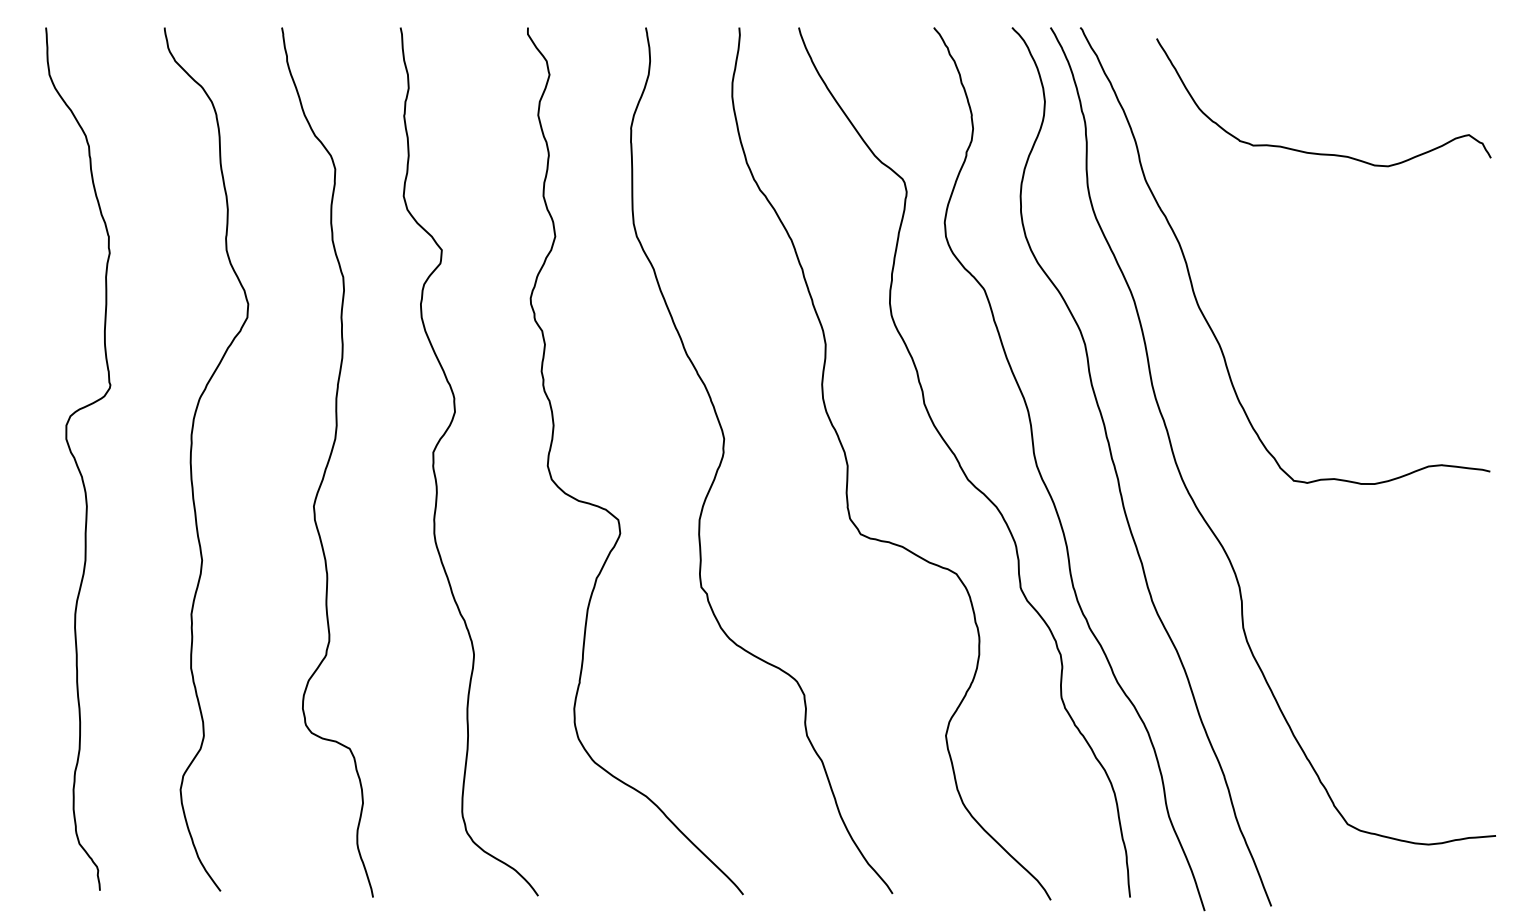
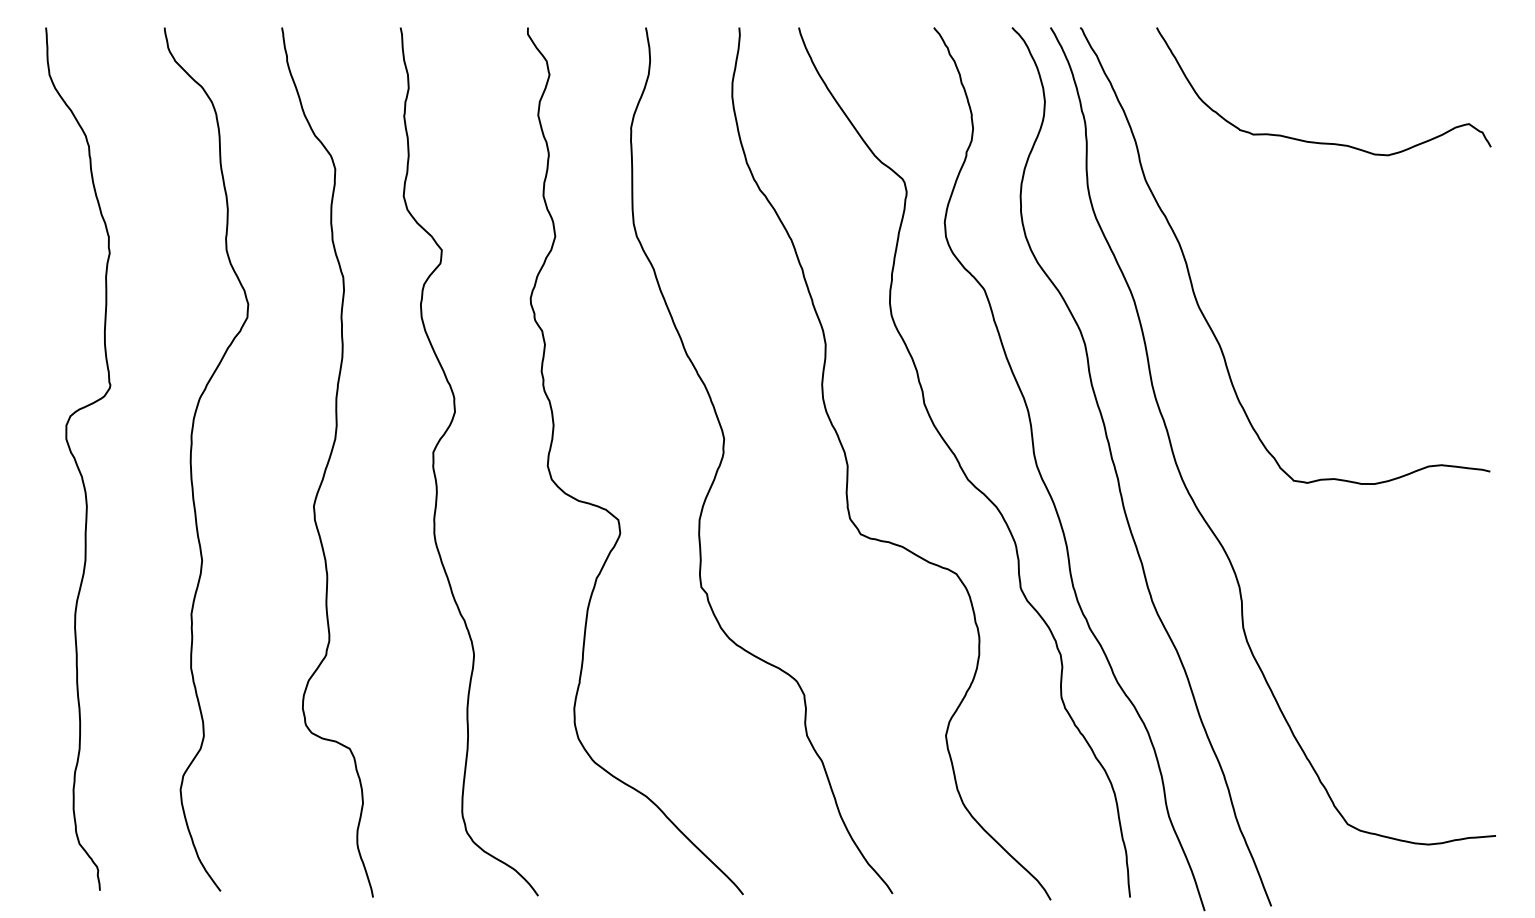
curve at (1315, 152) position: (1315, 152) -> (1315, 141)
